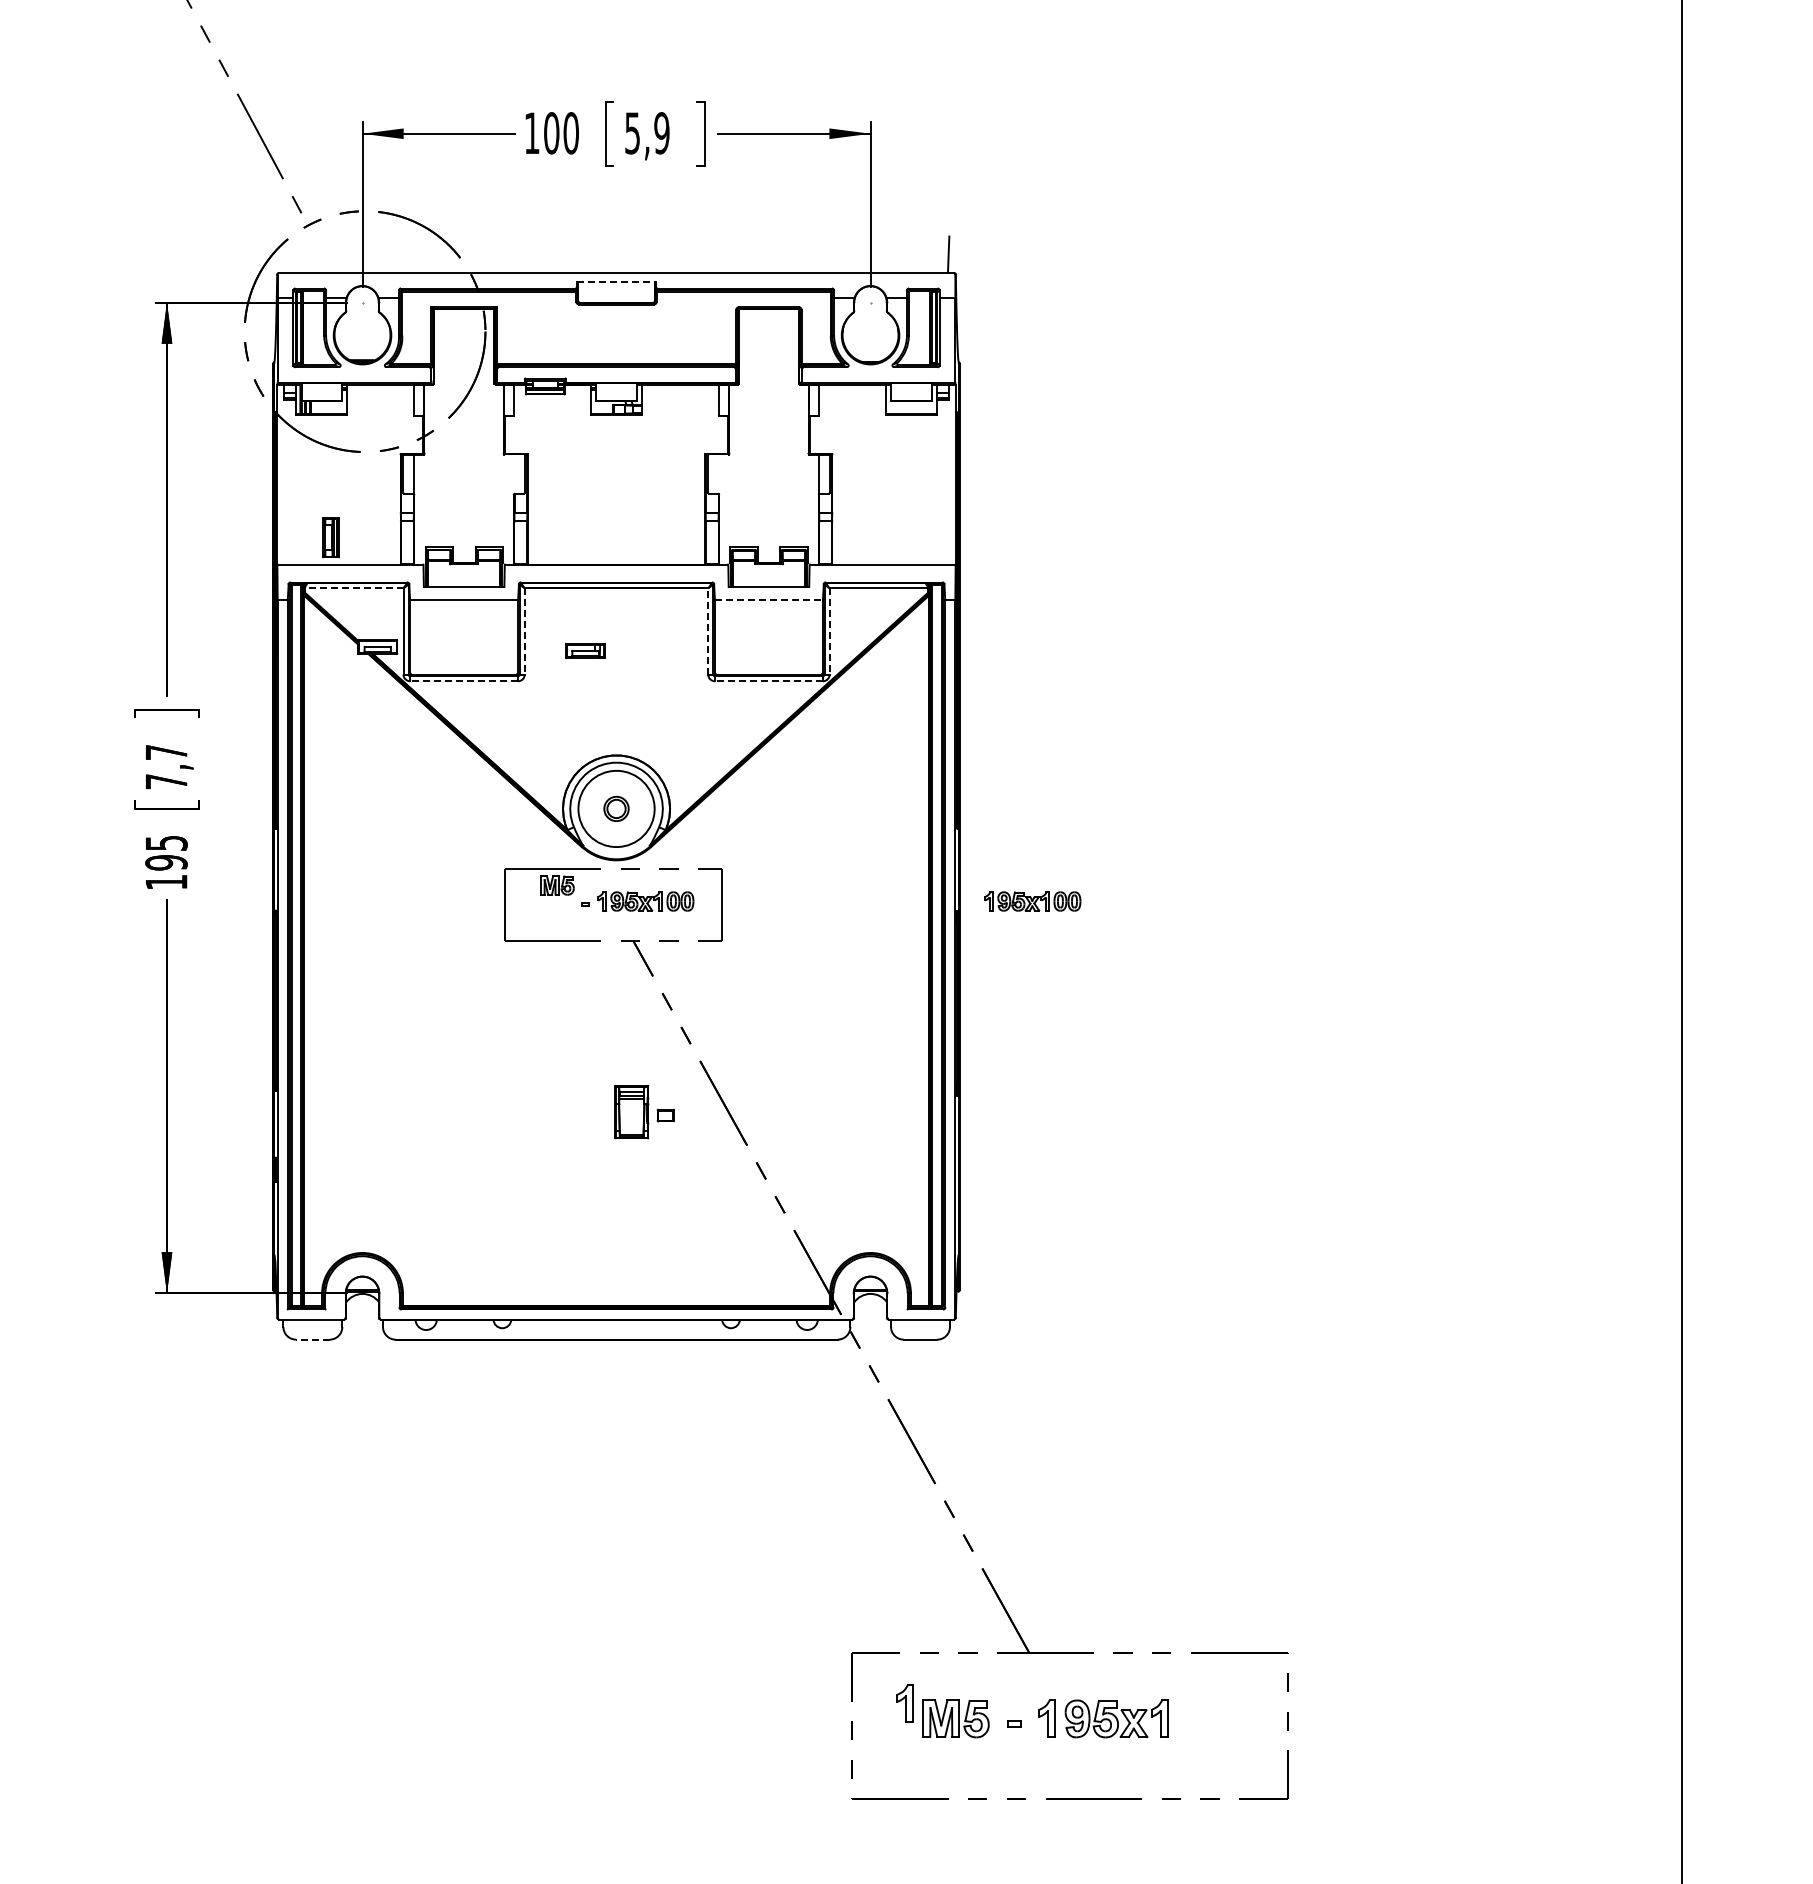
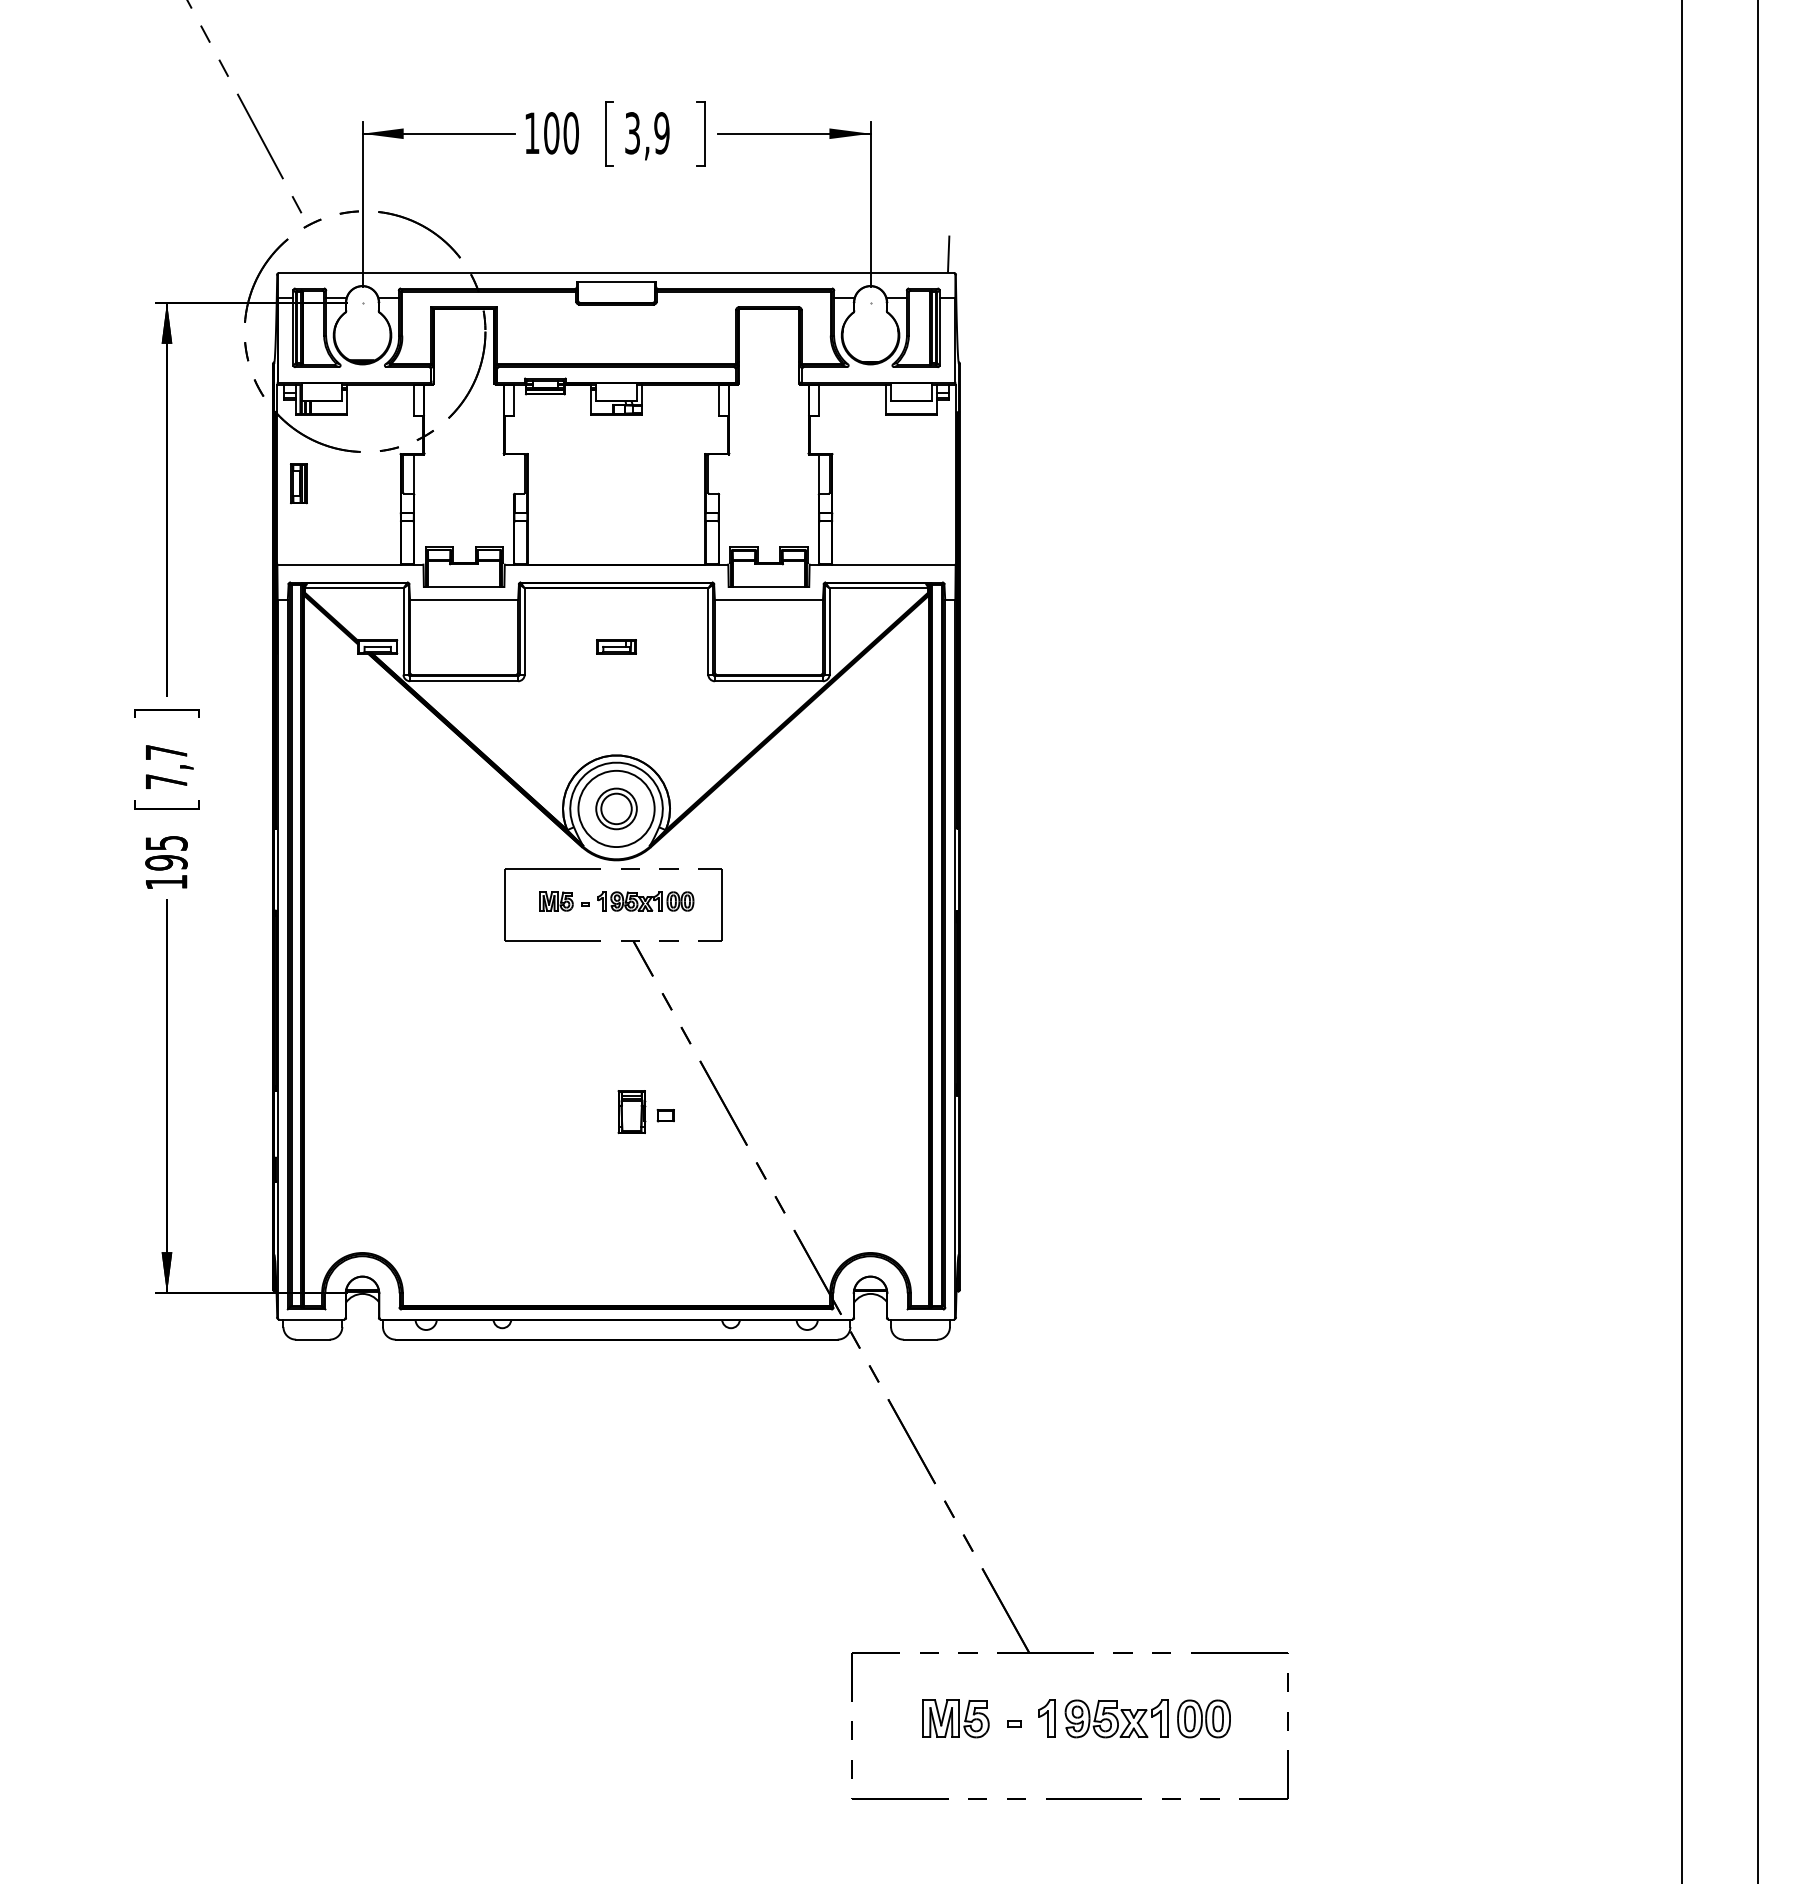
text at (632, 132): 5,9 -> 3,9
line at (617, 282): dashed -> solid
part at (330, 537) position: (330, 537) -> (298, 483)
line at (353, 588): dashed -> solid
line at (769, 599): dashed -> solid
line at (708, 630): dashed -> solid
line at (524, 631): dashed -> solid
line at (829, 631): dashed -> solid
part at (585, 650) position: (585, 650) -> (616, 646)
line at (463, 681): dashed -> solid
line at (768, 681): dashed -> solid
part at (616, 808) size: 27x27 px -> 43x44 px
part at (557, 885) position: (557, 885) -> (556, 901)
part at (1032, 901): present -> none
line at (1758, 941): none -> present
part at (631, 1111) size: 36x56 px -> 30x44 px
line at (312, 1339): dashed -> solid
part at (904, 1703): present -> none
part at (1203, 1718): none -> present
